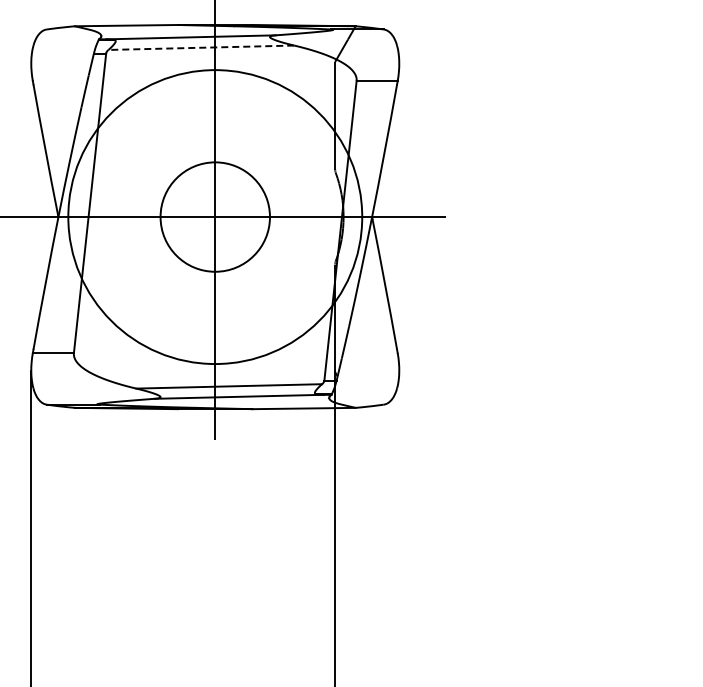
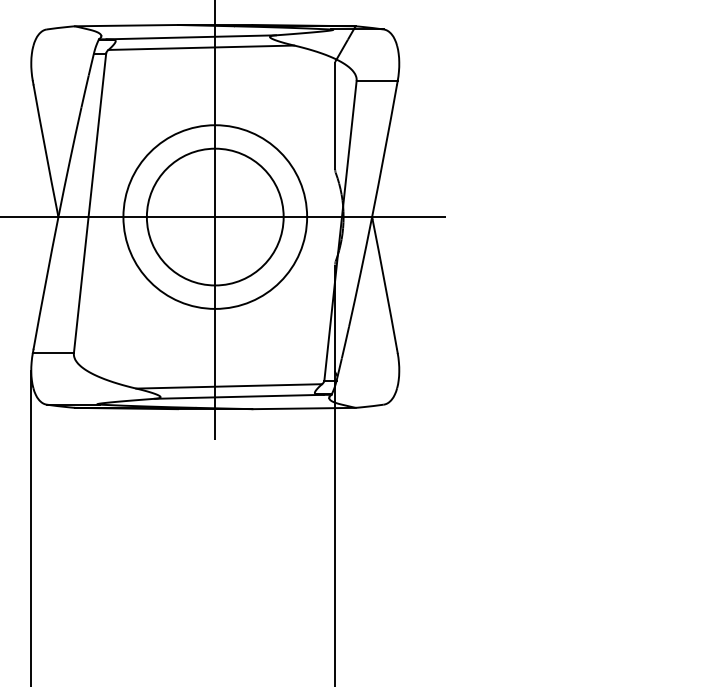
line at (201, 47): dashed -> solid
circle at (215, 216) diameter: 109 px -> 137 px
circle at (215, 217) diameter: 294 px -> 184 px
